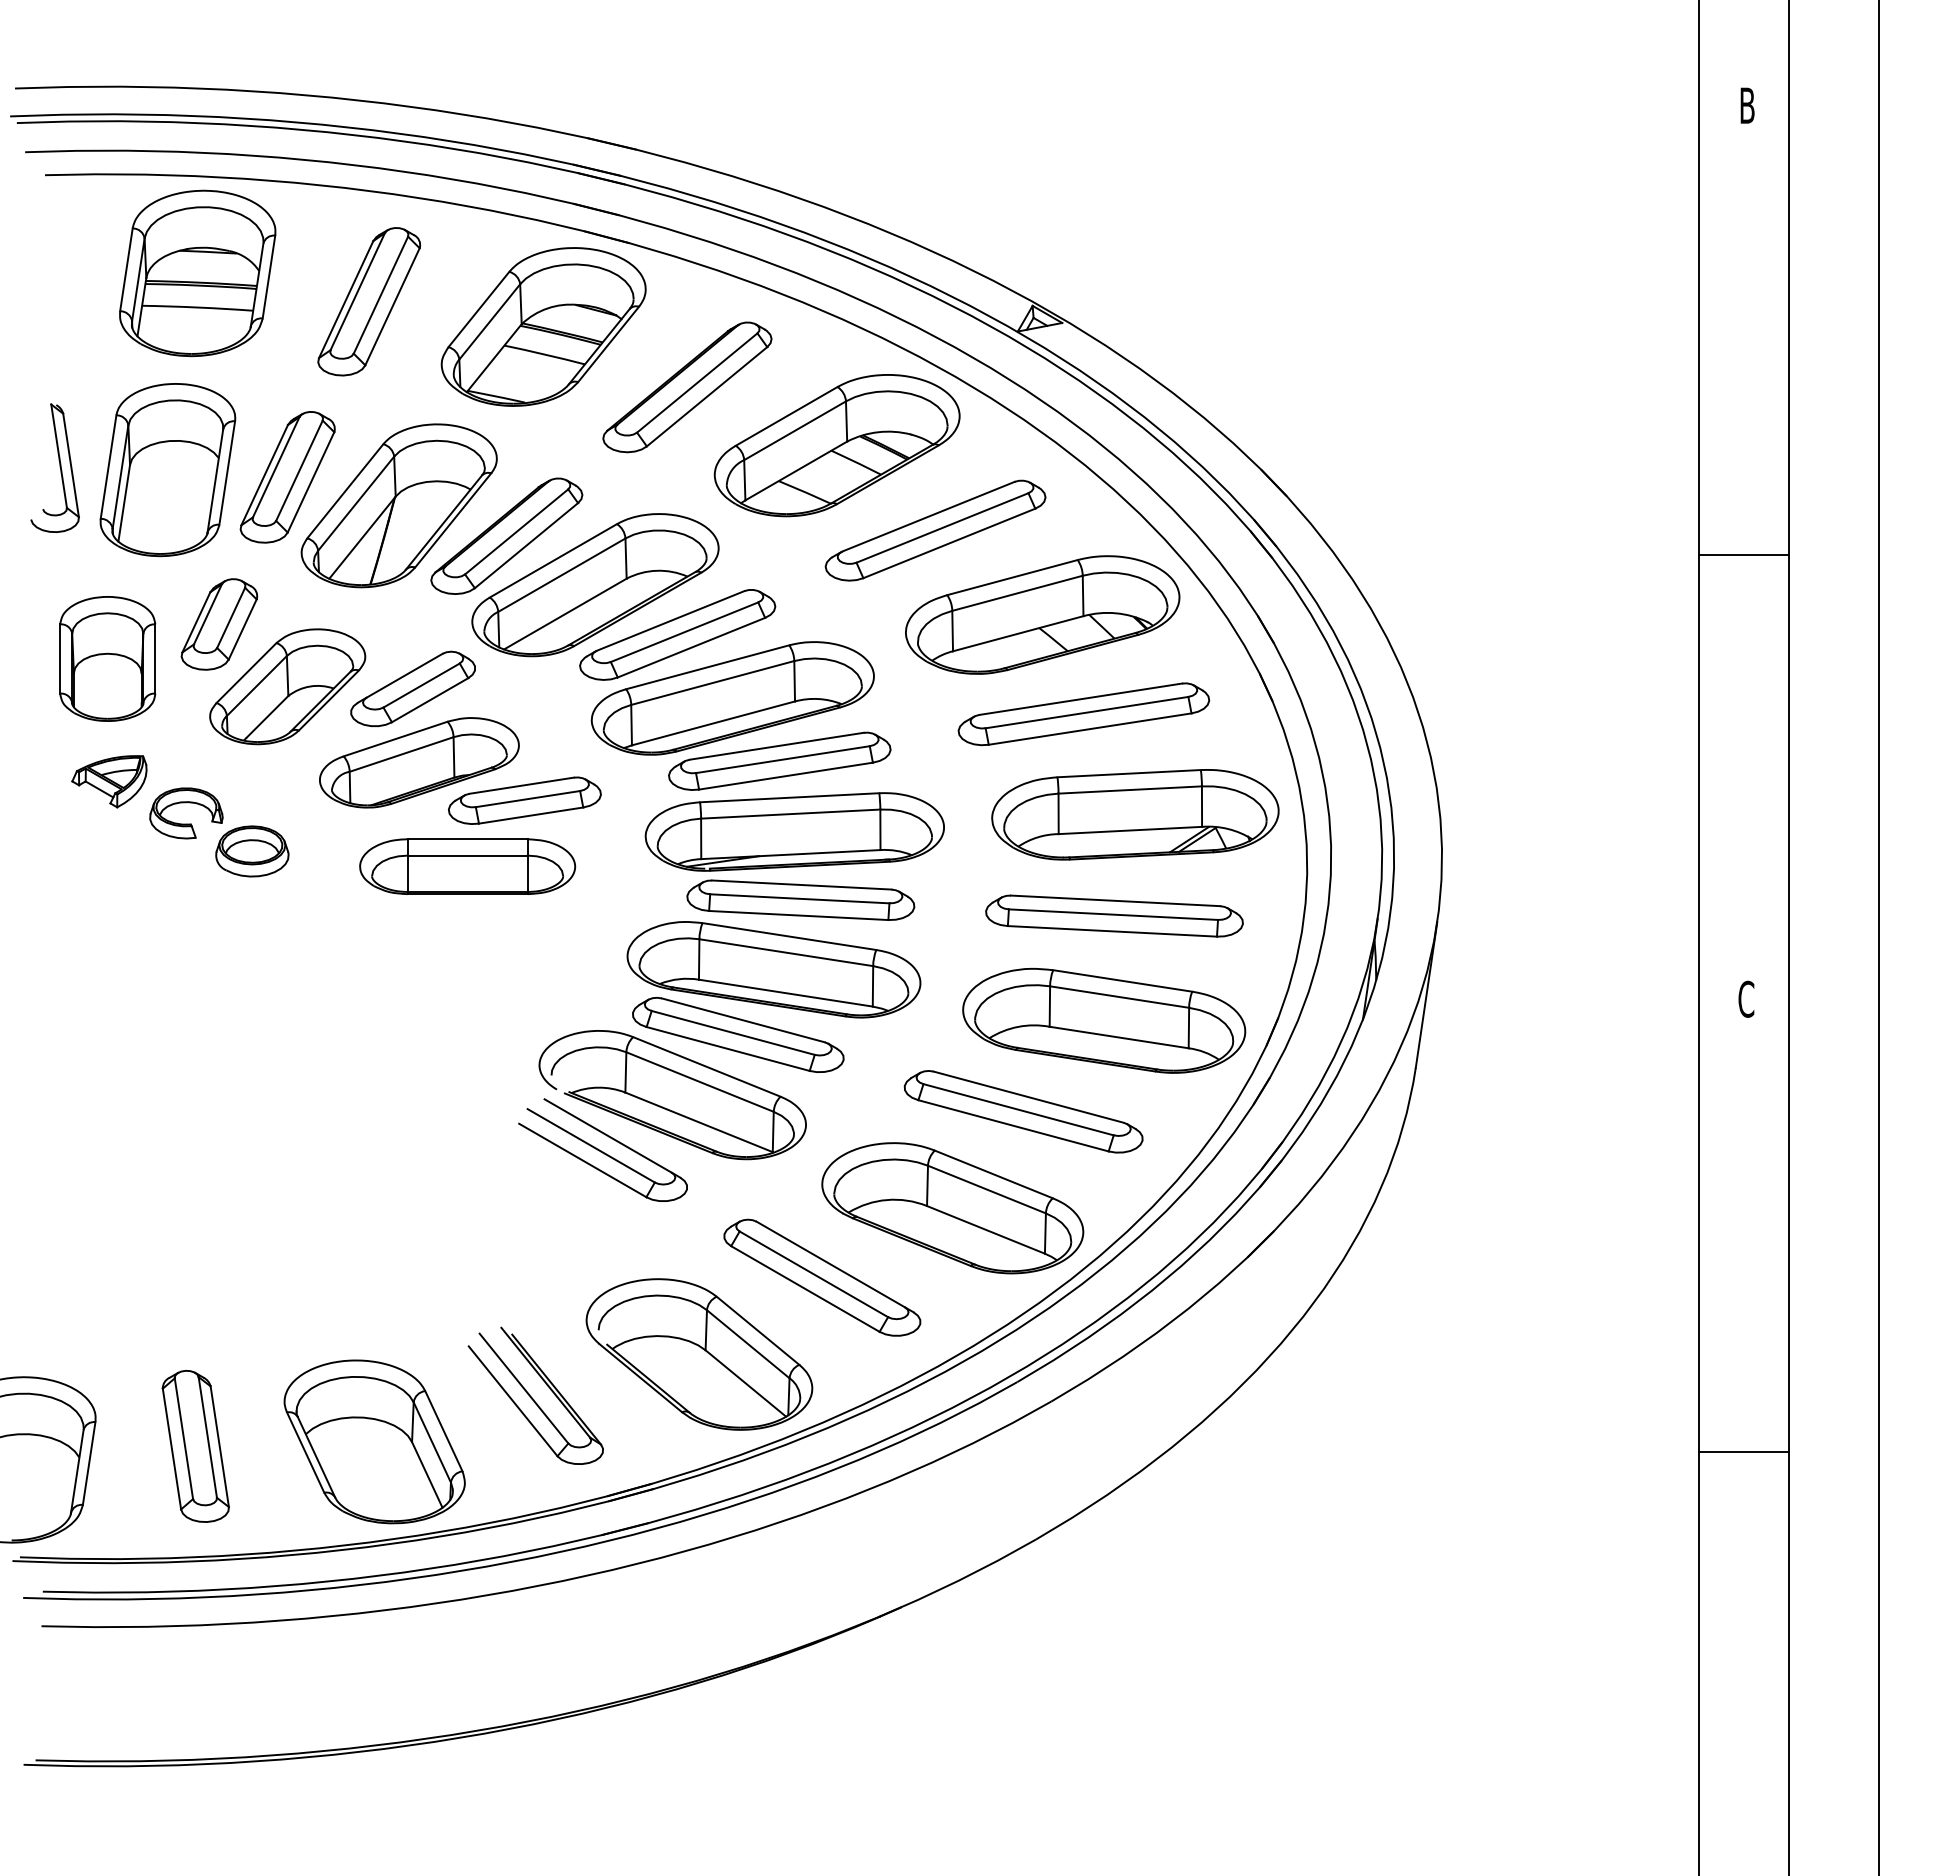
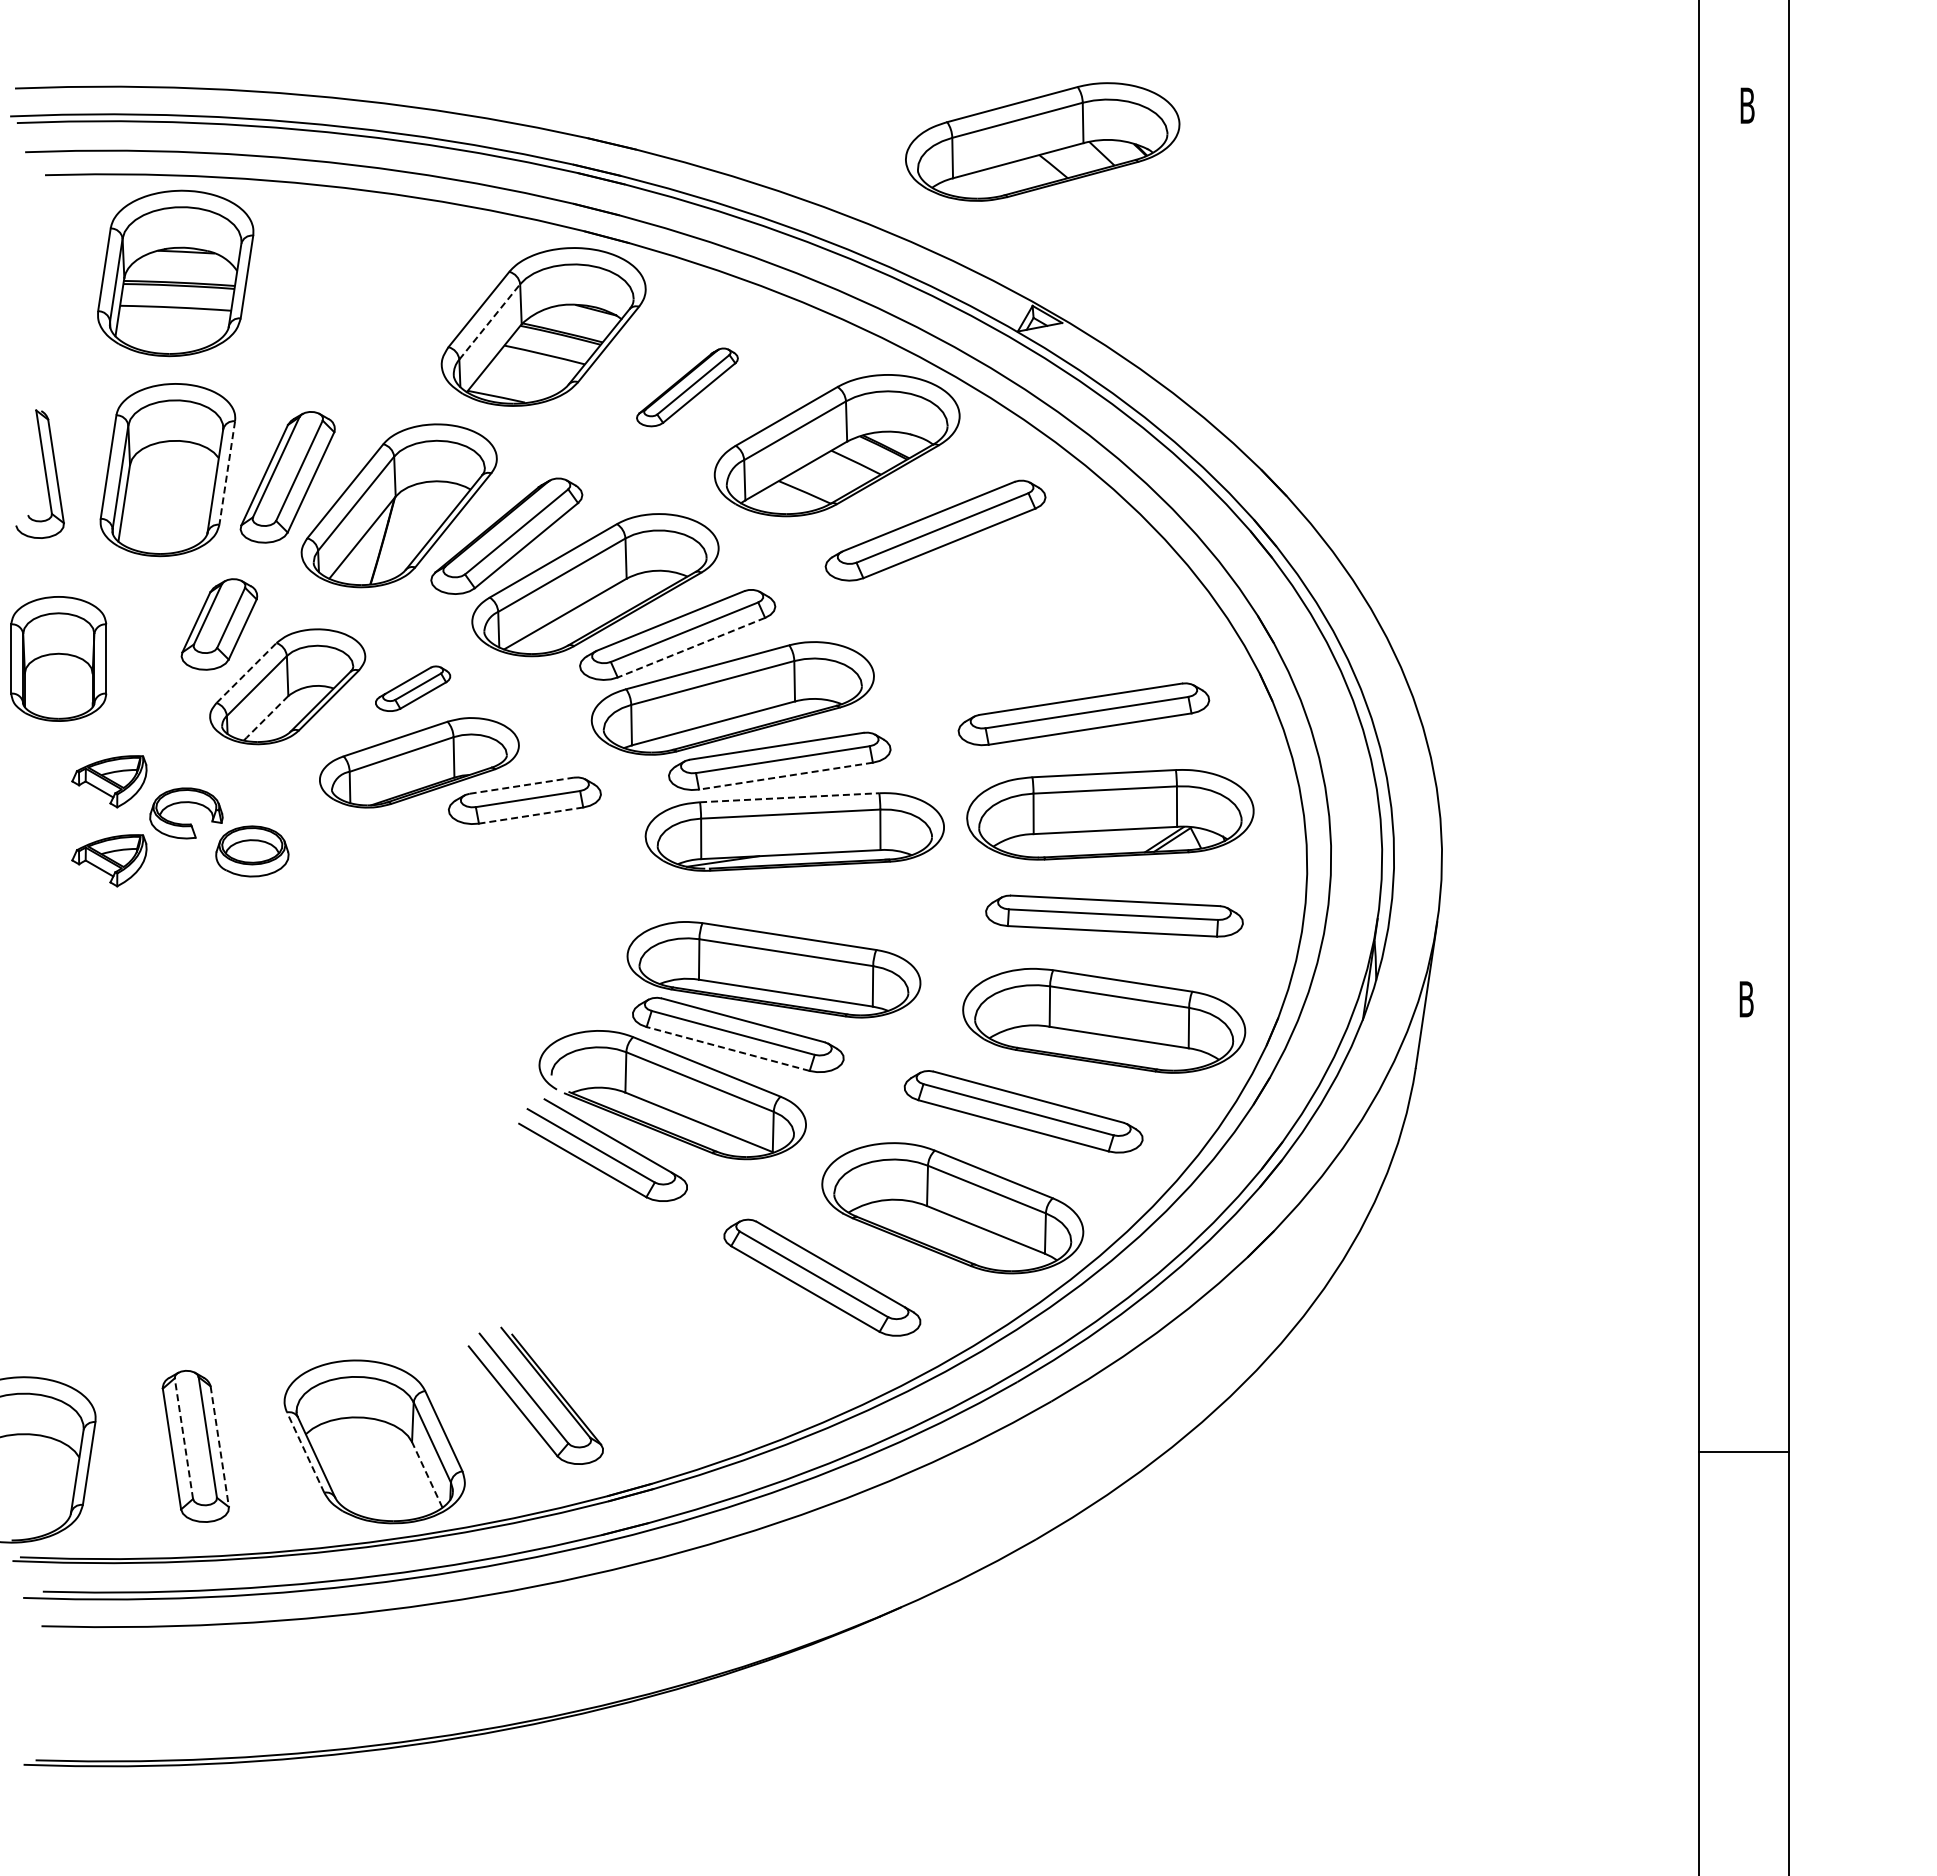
part at (197, 273) position: (197, 273) -> (175, 273)
part at (369, 301): present -> none
line at (490, 321): solid -> dashed
part at (687, 387) size: 171x133 px -> 103x81 px
part at (54, 467) position: (54, 467) -> (39, 473)
line at (227, 473): solid -> dashed
line at (1744, 554): present -> none
part at (1042, 614) position: (1042, 614) -> (1042, 141)
line at (690, 647): solid -> dashed
part at (107, 658) position: (107, 658) -> (58, 658)
line at (246, 672): solid -> dashed
part at (412, 688) size: 126x77 px -> 77x47 px
line at (267, 717): solid -> dashed
line at (786, 776): solid -> dashed
line at (521, 785): solid -> dashed
line at (789, 797): solid -> dashed
part at (1135, 814) position: (1135, 814) -> (1110, 814)
line at (531, 815): solid -> dashed
part at (109, 860): none -> present
part at (467, 866): present -> none
part at (800, 899): present -> none
line at (1878, 937): present -> none
text at (1746, 998): C -> B
line at (727, 1048): solid -> dashed
part at (699, 1354): present -> none
line at (183, 1438): solid -> dashed
line at (219, 1447): solid -> dashed
line at (305, 1452): solid -> dashed
line at (427, 1474): solid -> dashed
